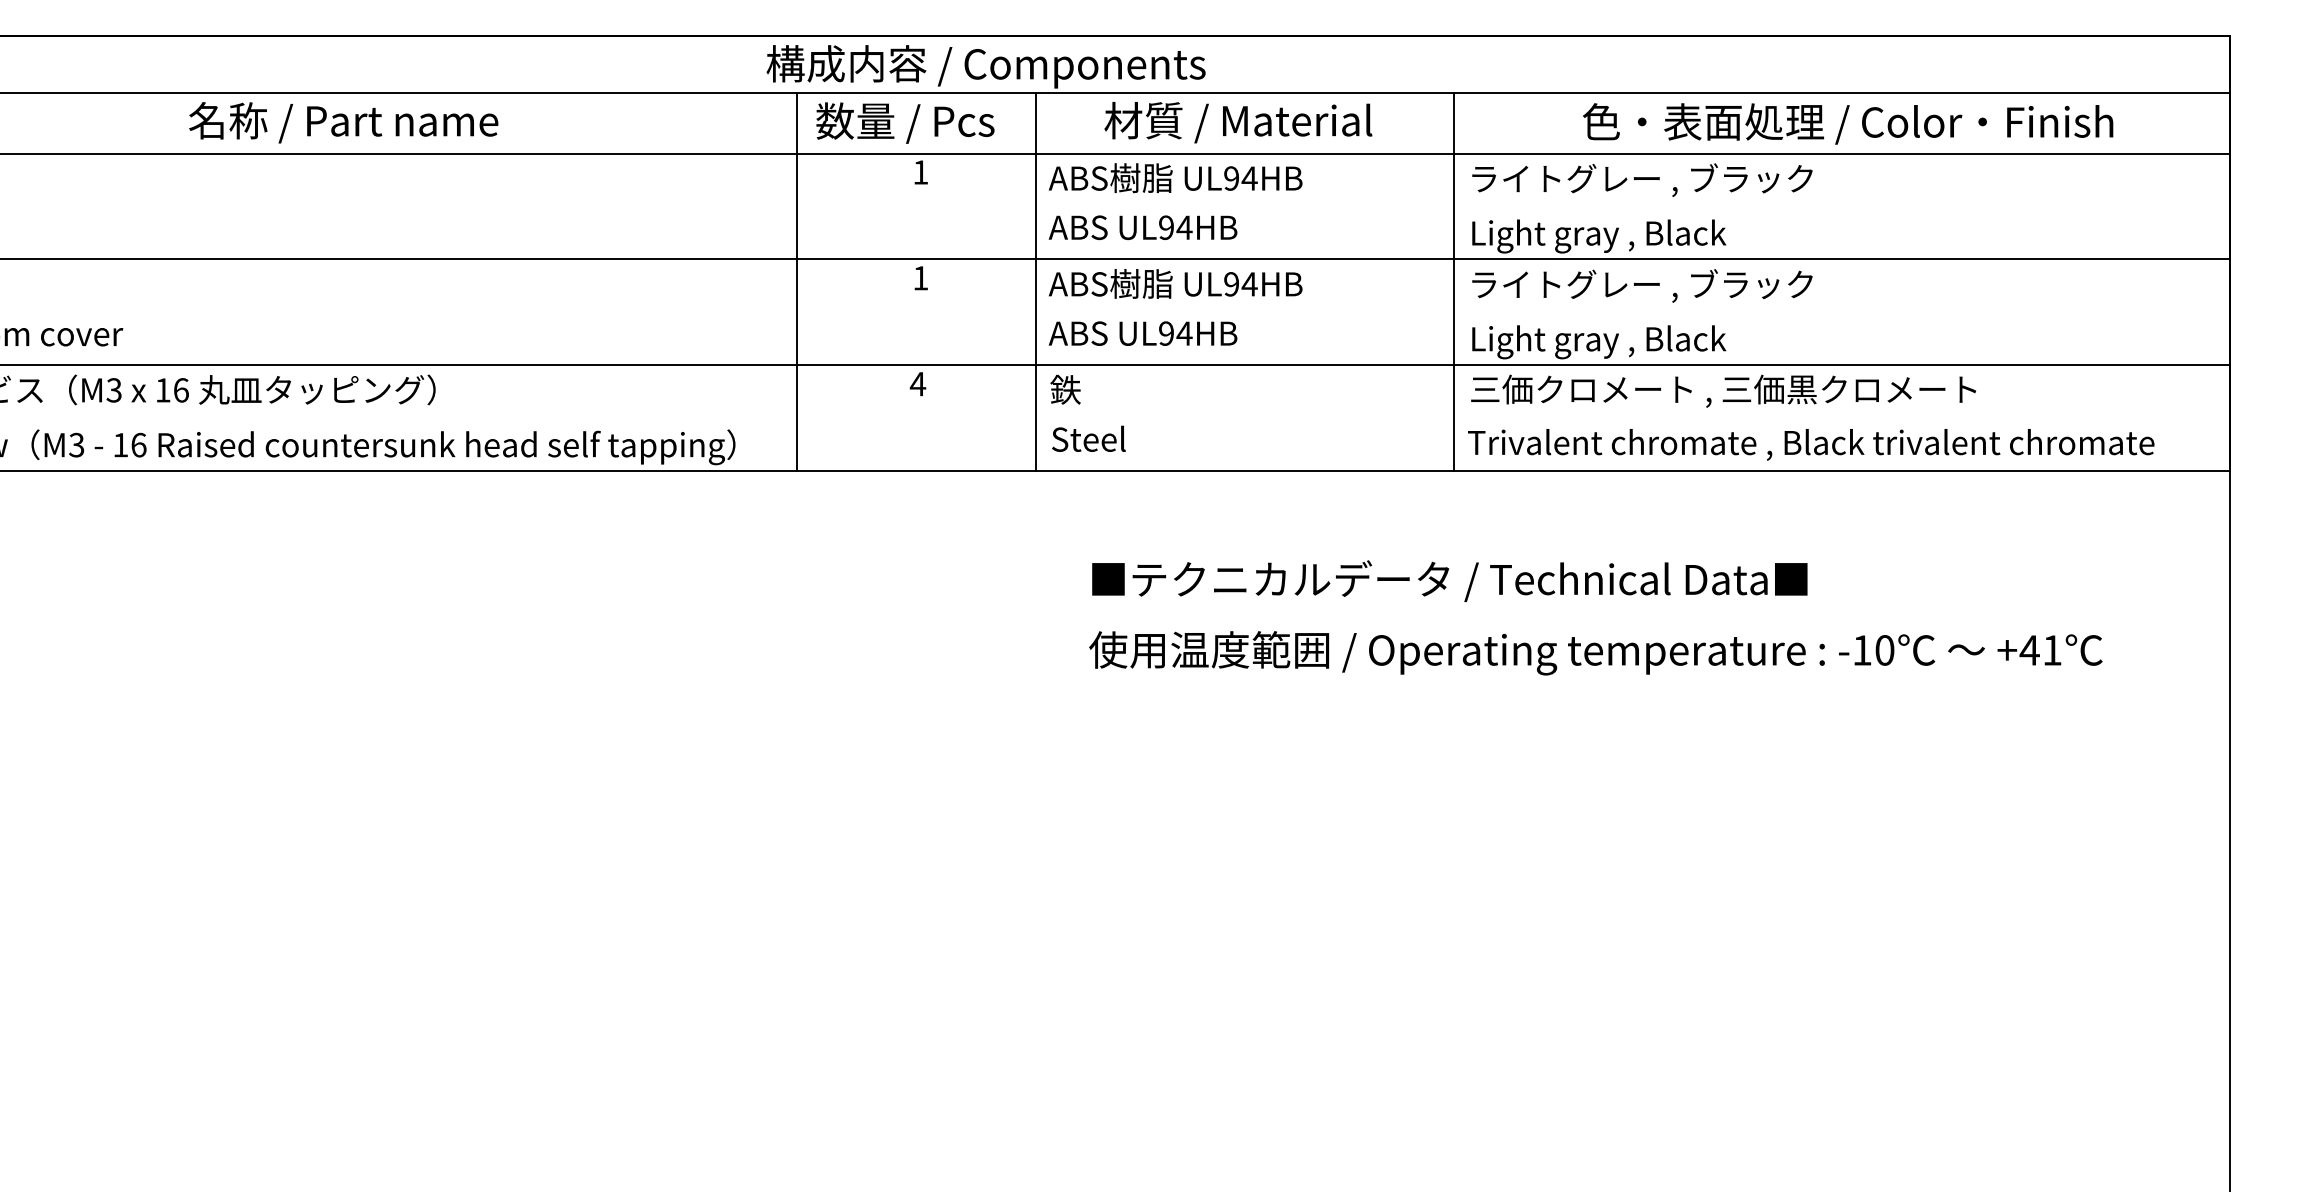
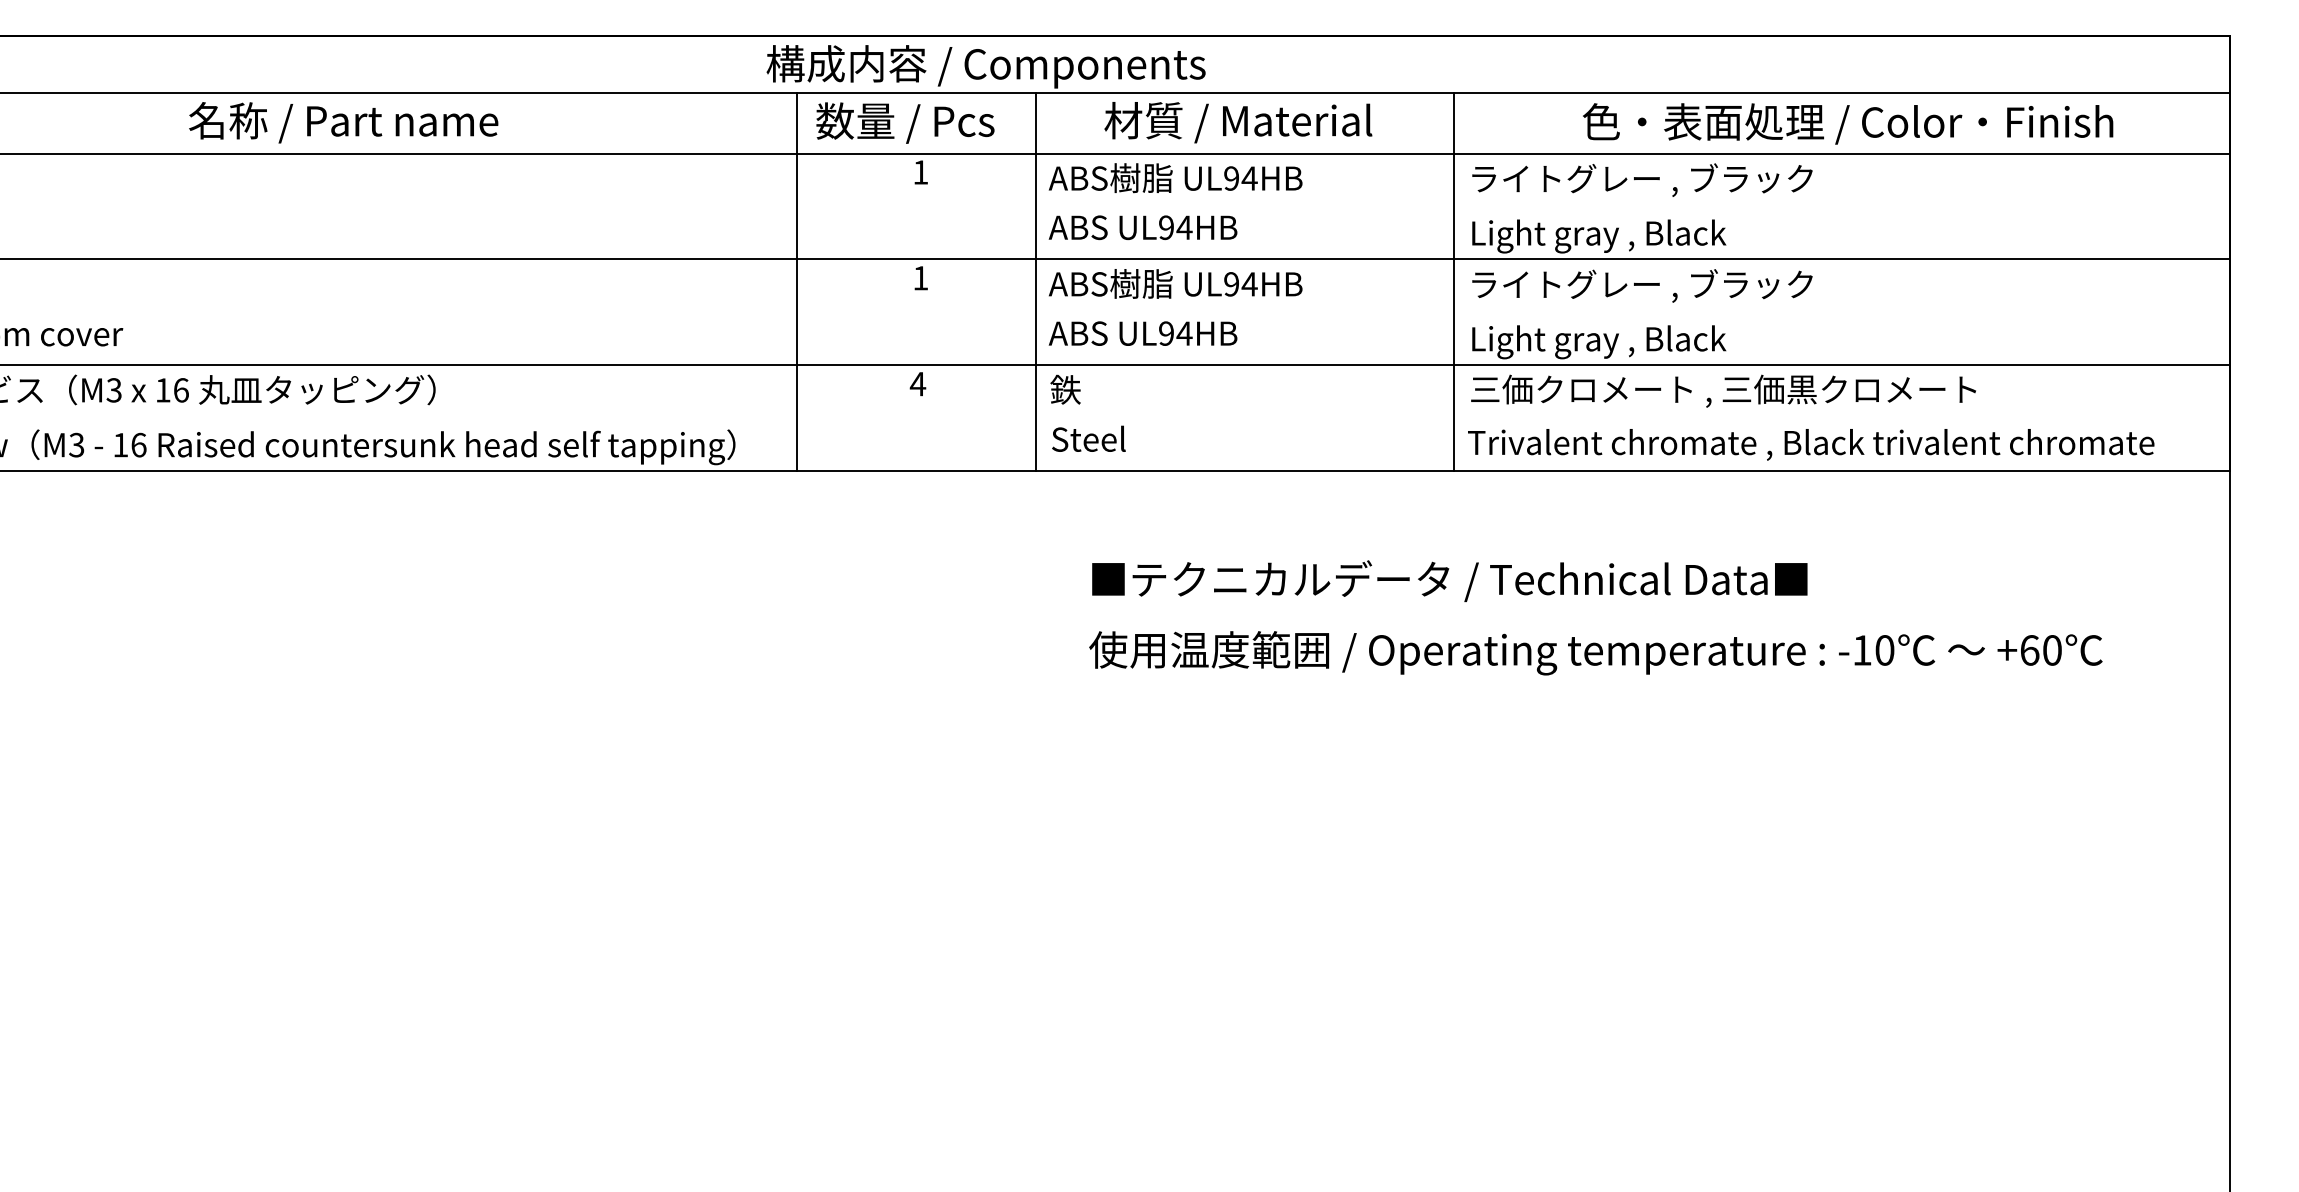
text at (2040, 650): +41 -> +60
